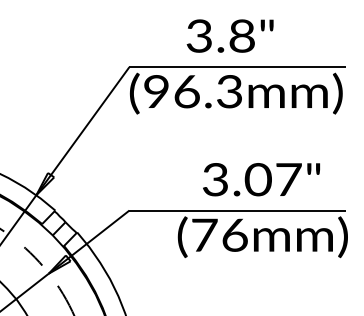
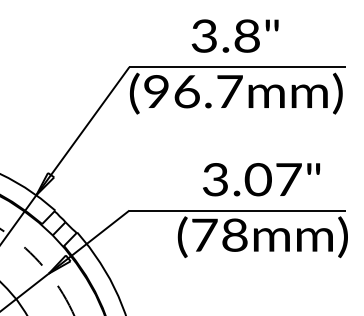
text at (229, 35) position: (229, 35) -> (234, 35)
text at (229, 91): (96.3mm) -> (96.7mm)
text at (234, 234): (76mm) -> (78mm)
